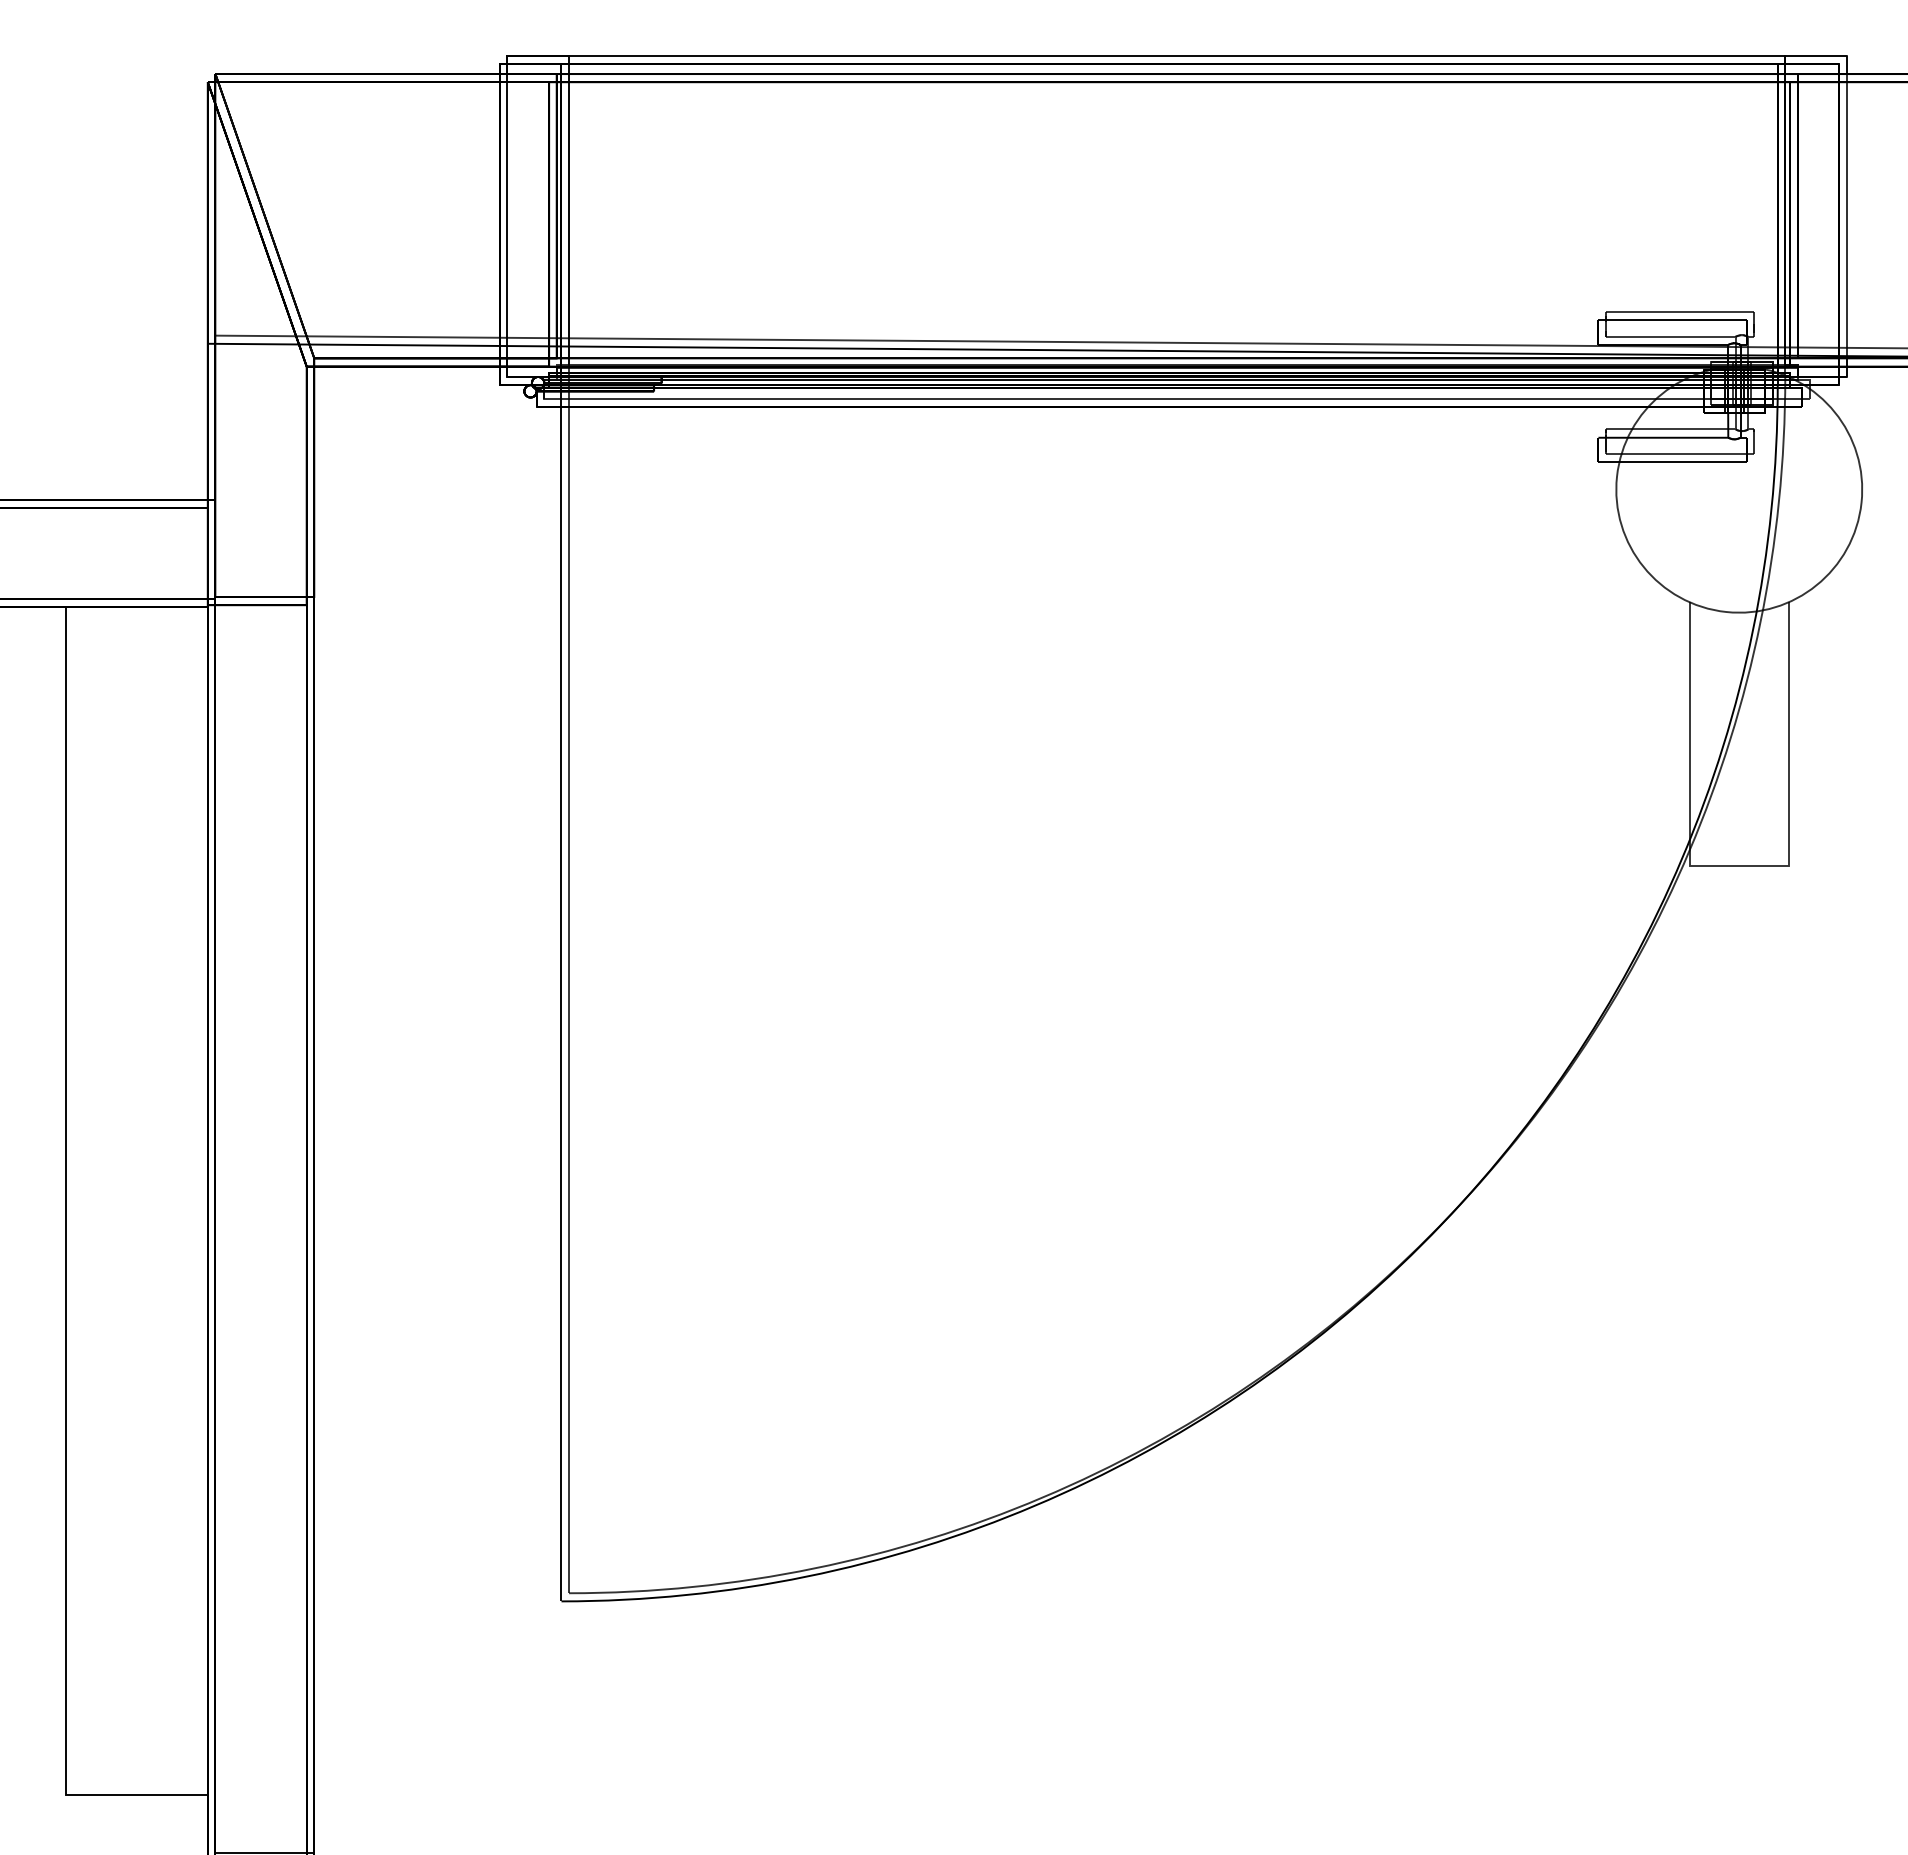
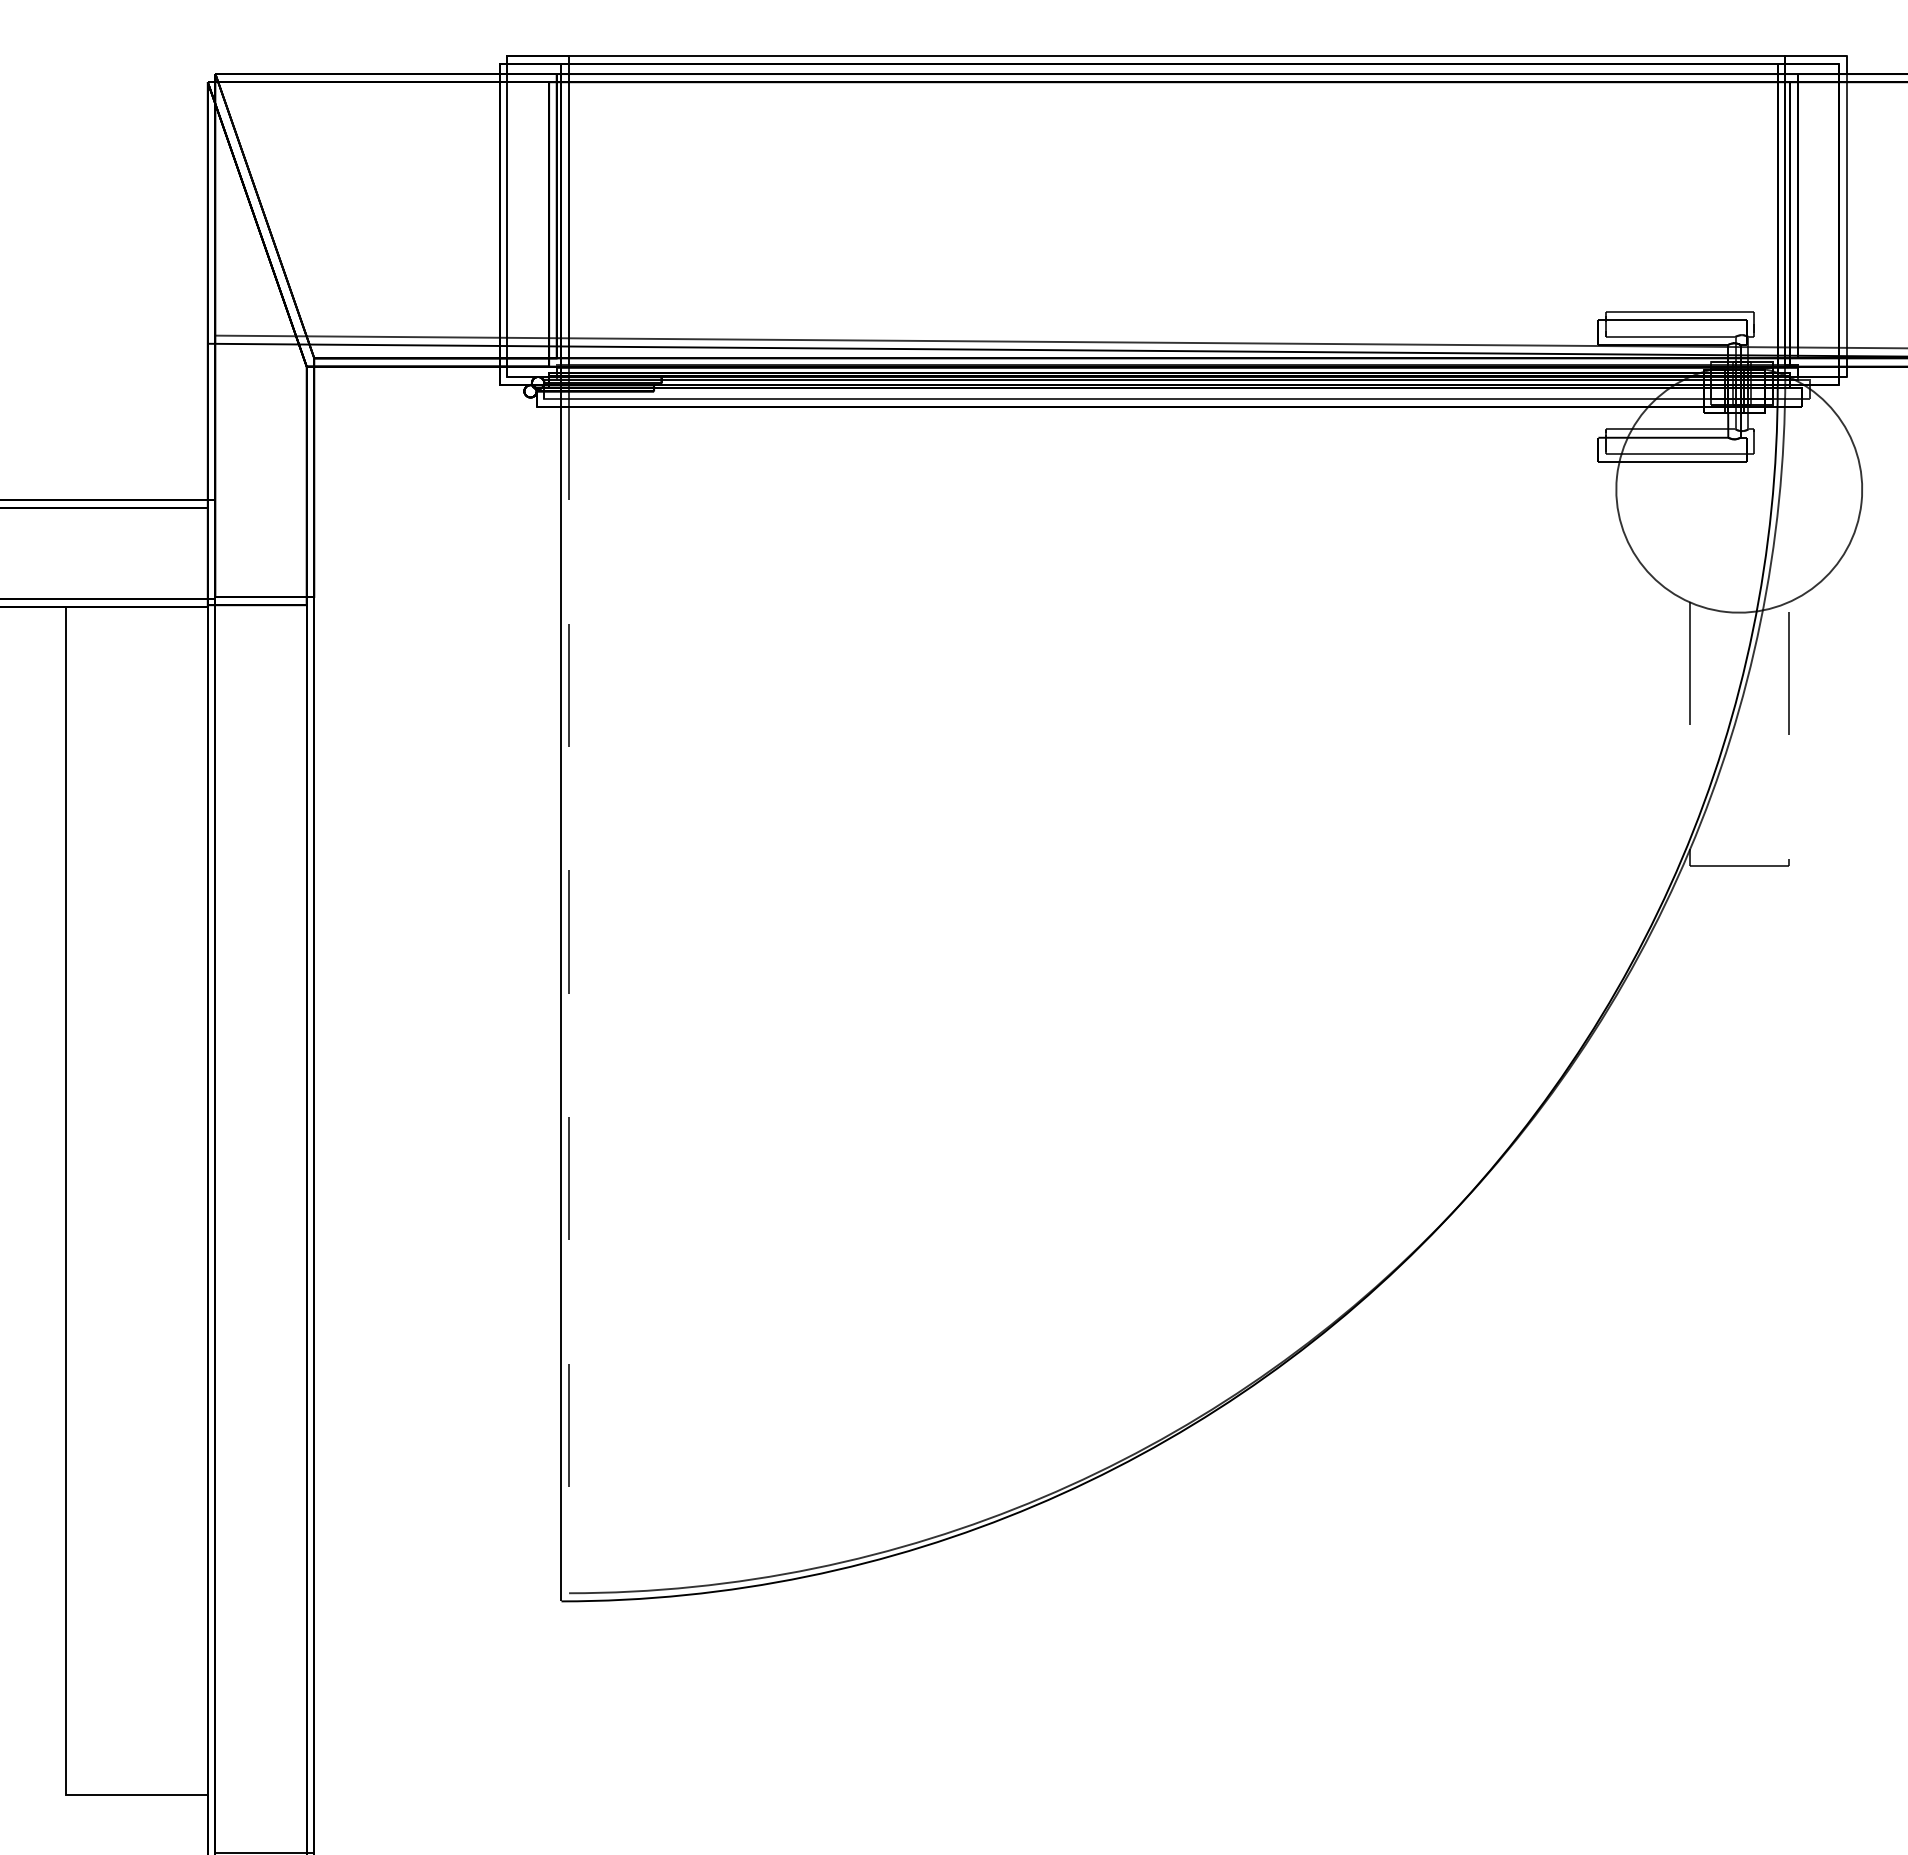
line at (1740, 865): solid -> dashed
line at (569, 985): solid -> dashed
